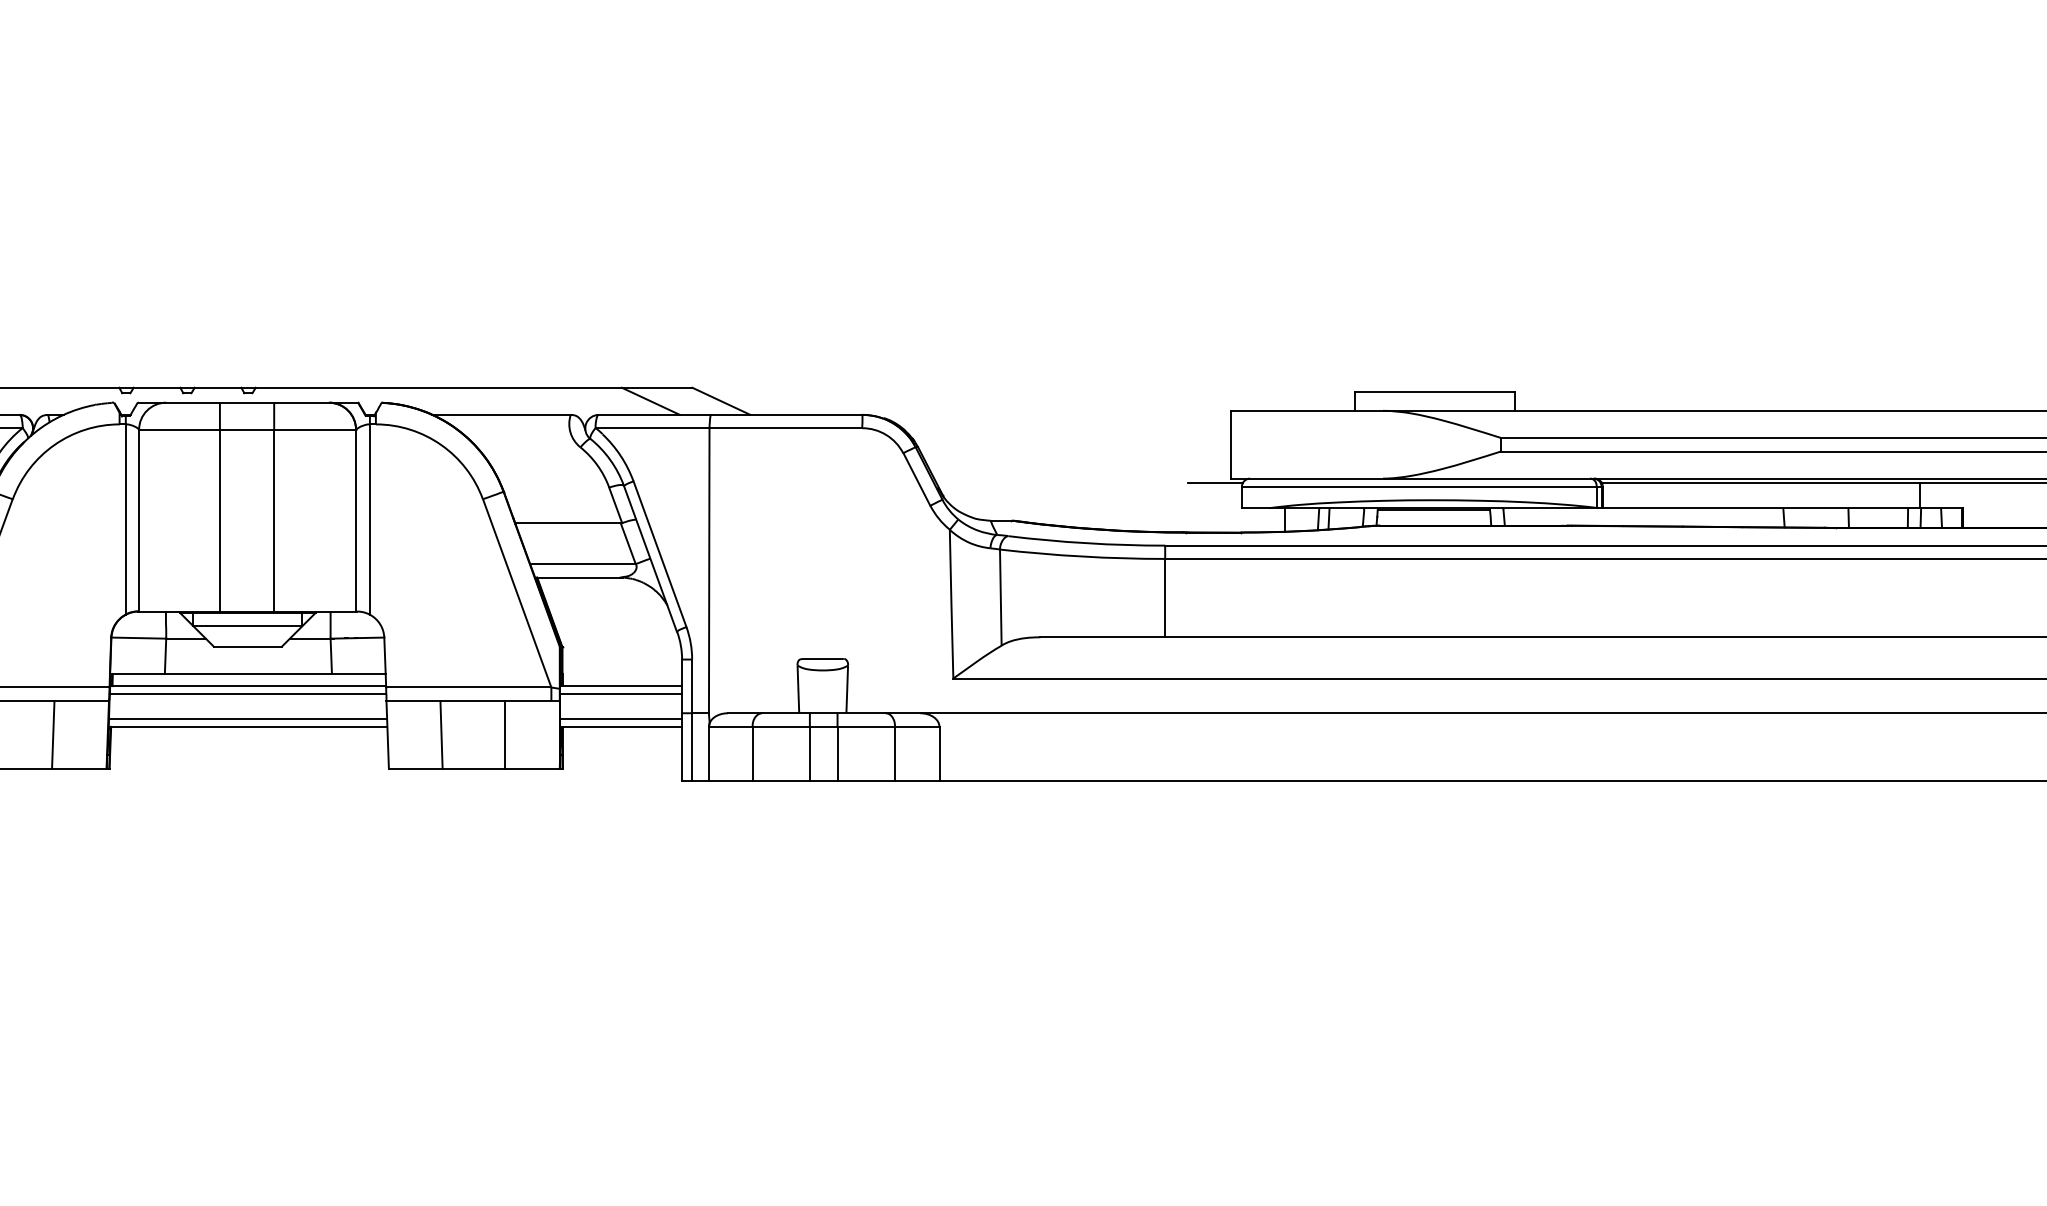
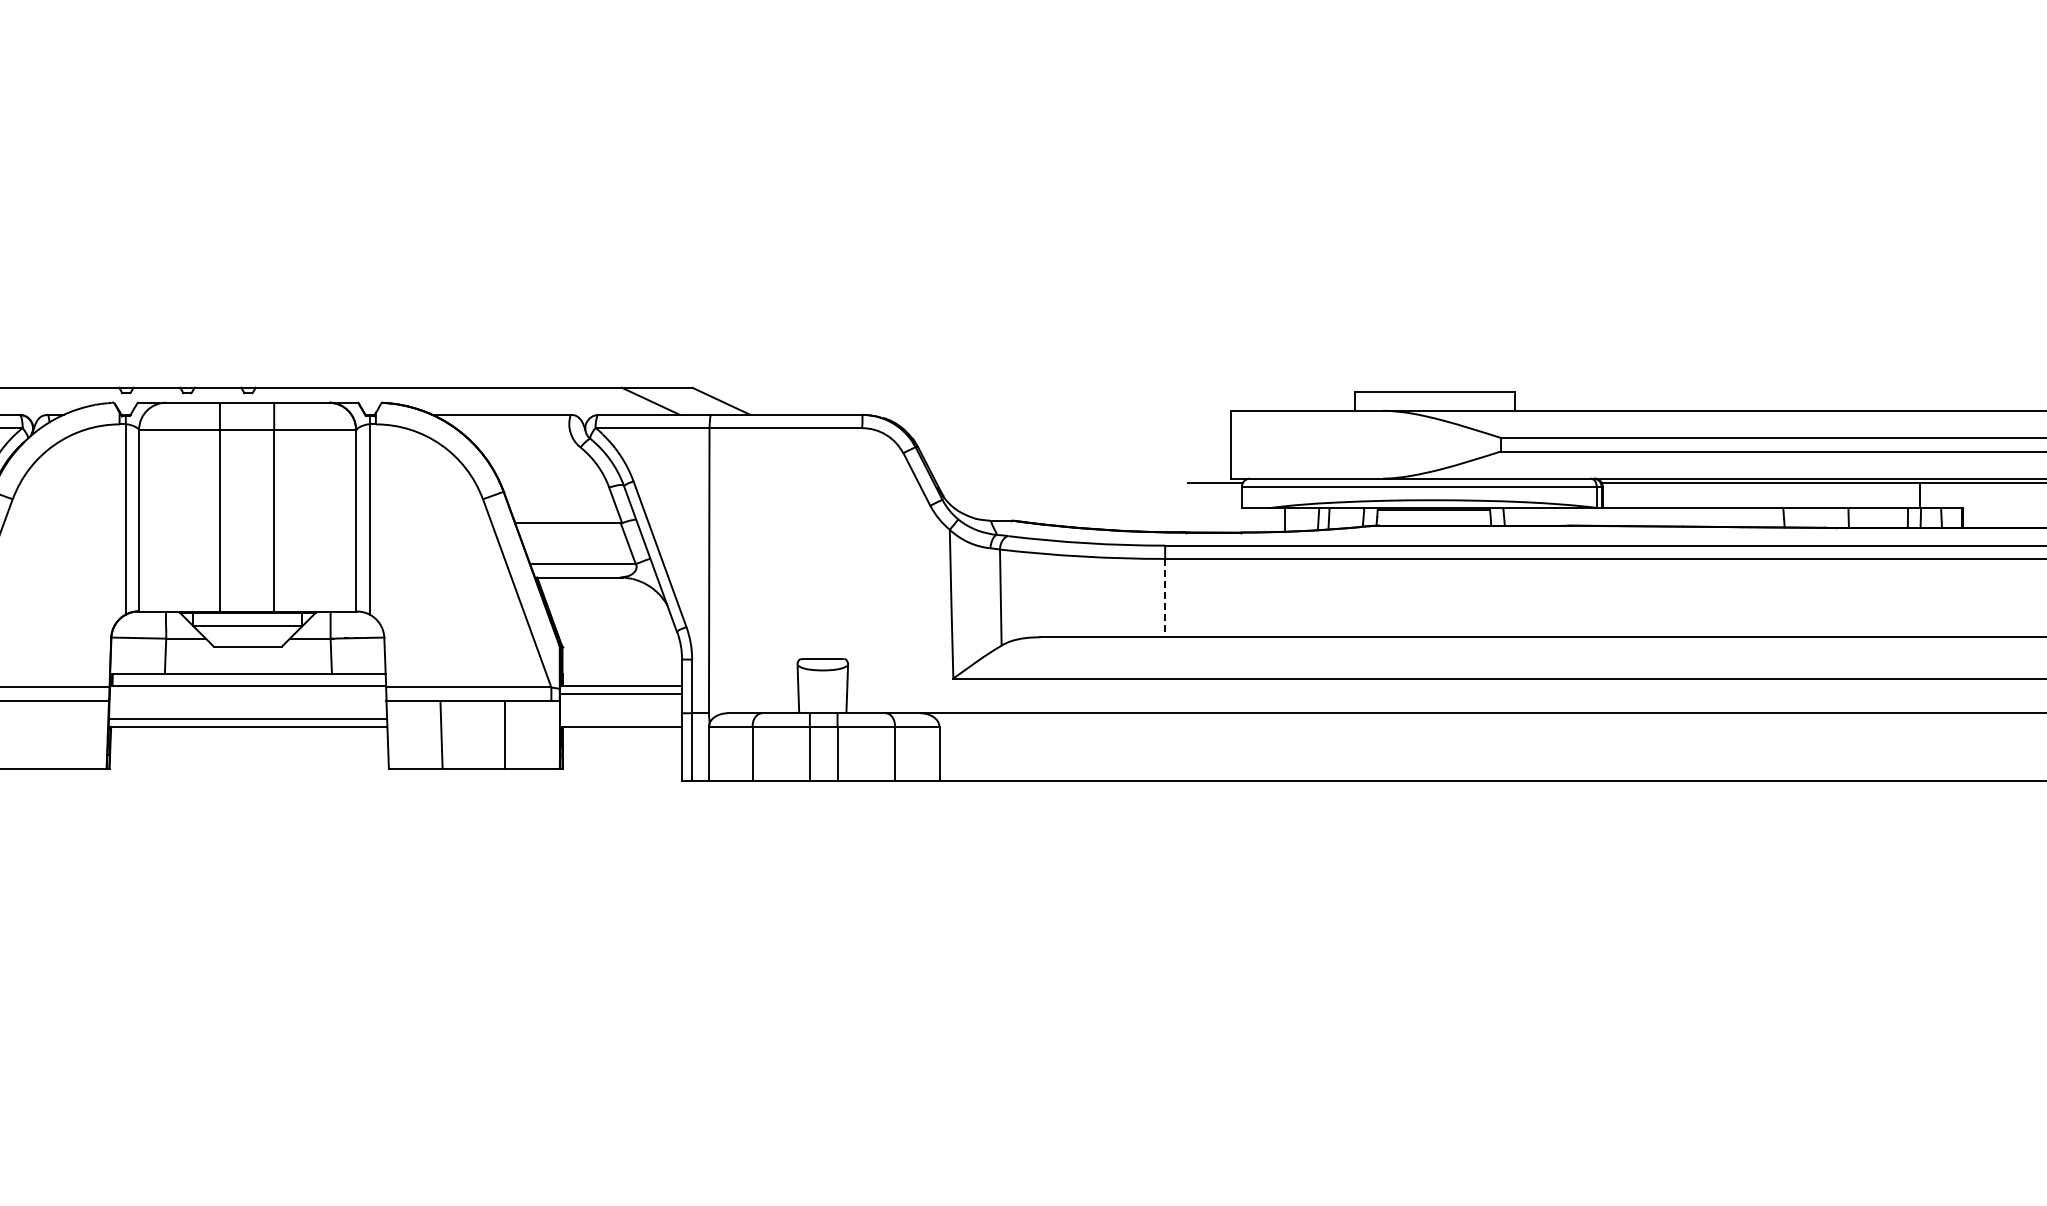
line at (1165, 598): solid -> dashed
line at (247, 694): present -> none
line at (620, 718): present -> none
line at (53, 734): present -> none
